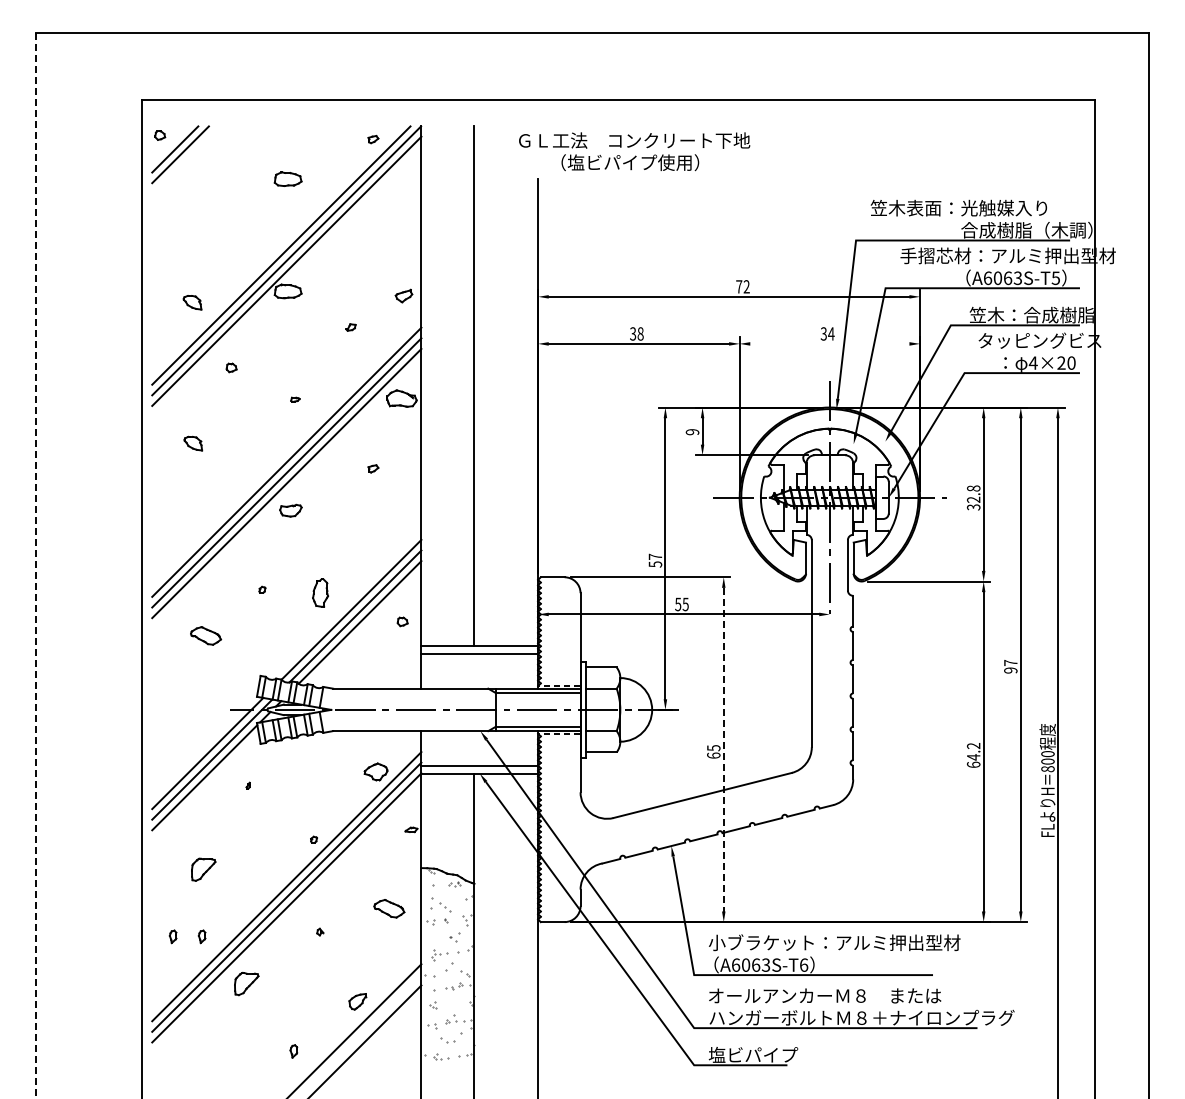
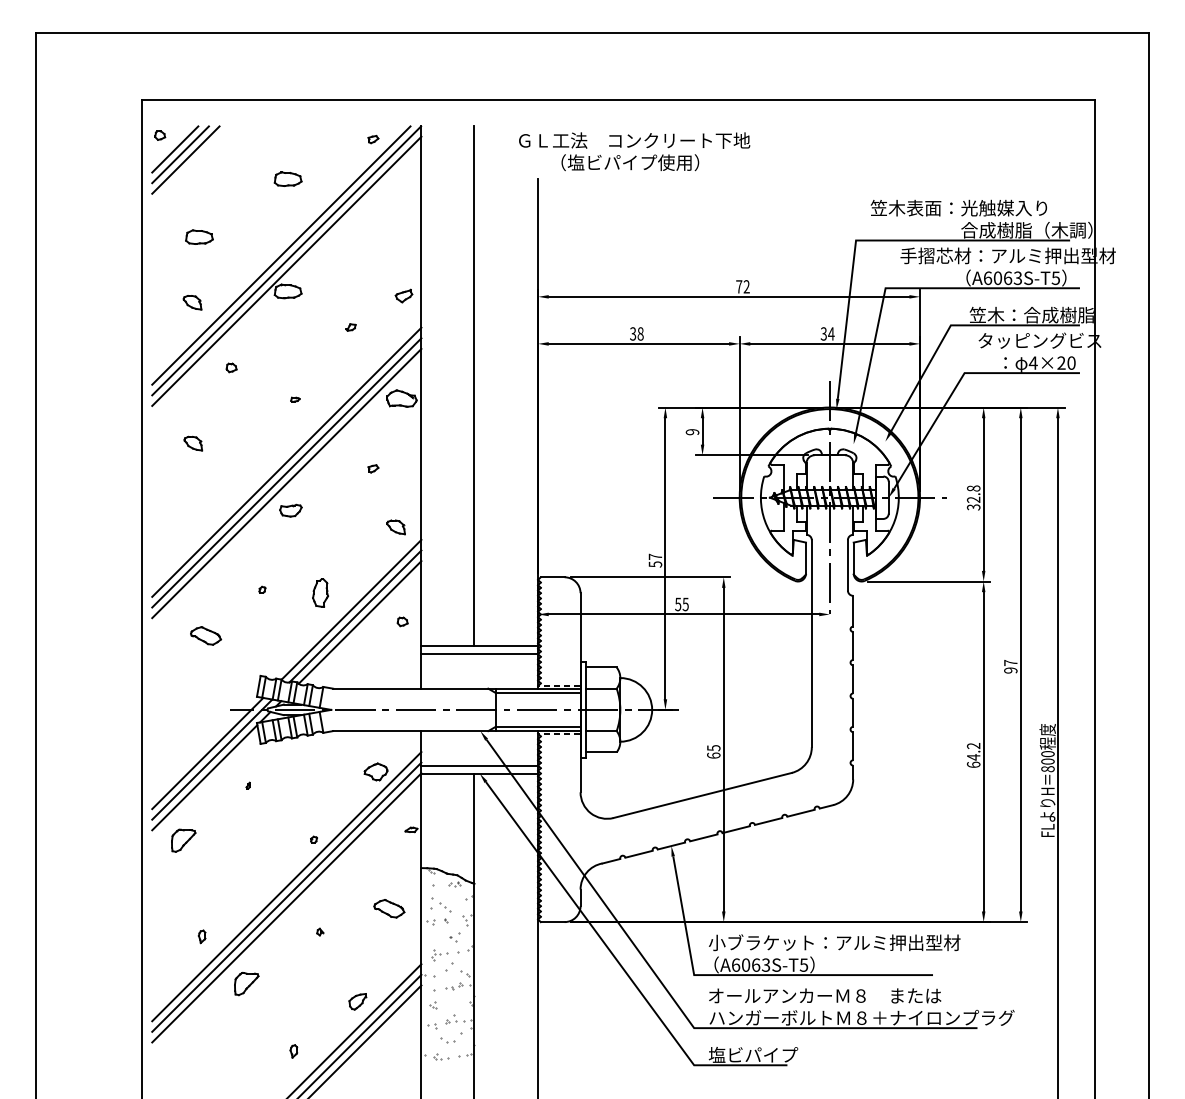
line at (185, 159): none -> present
part at (199, 236): none -> present
line at (829, 343): none -> present
part at (395, 527): none -> present
line at (35, 565): dashed -> solid
line at (723, 749): dashed -> solid
part at (203, 869) position: (203, 869) -> (183, 840)
part at (172, 936): present -> none
text at (803, 964): A6063S-T6 -> A6063S-T5
line at (360, 1034): none -> present
